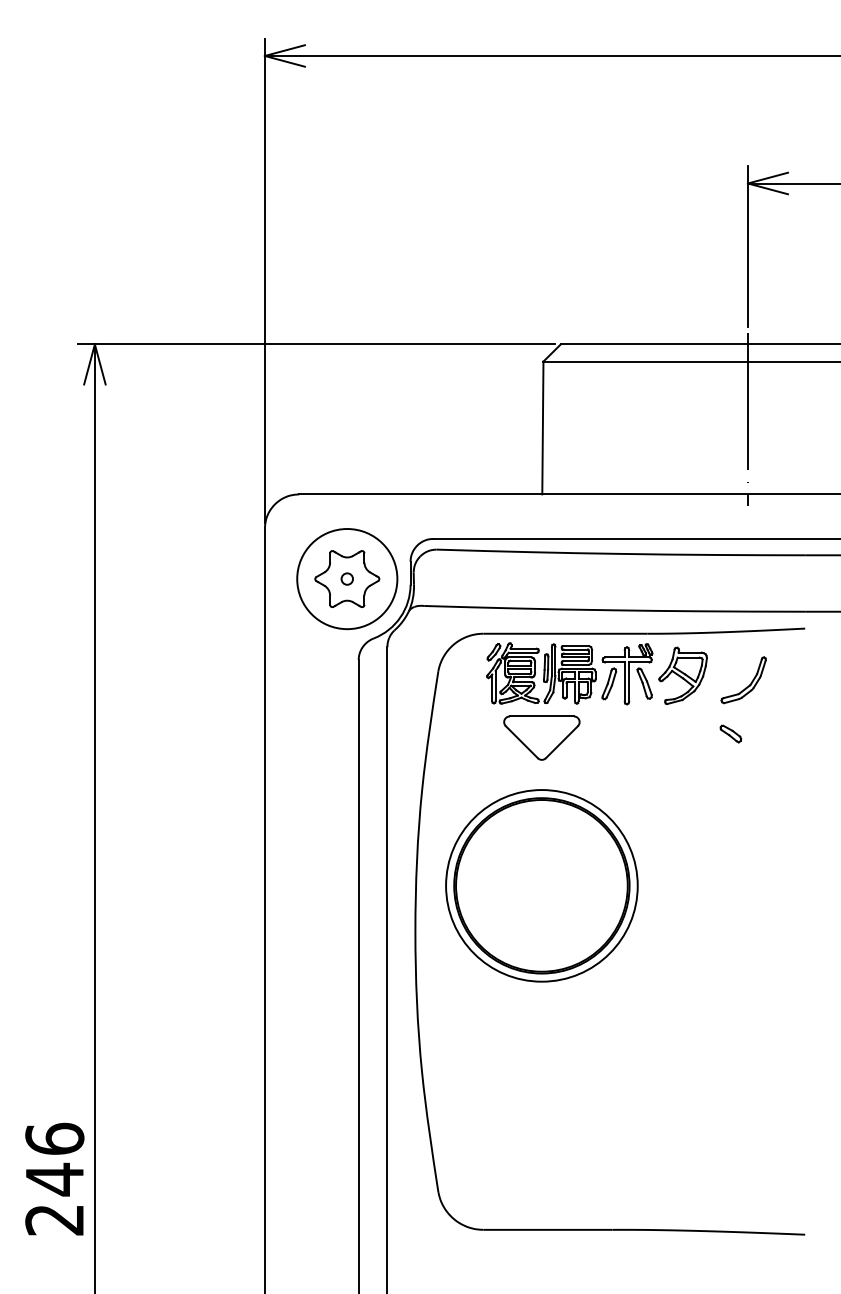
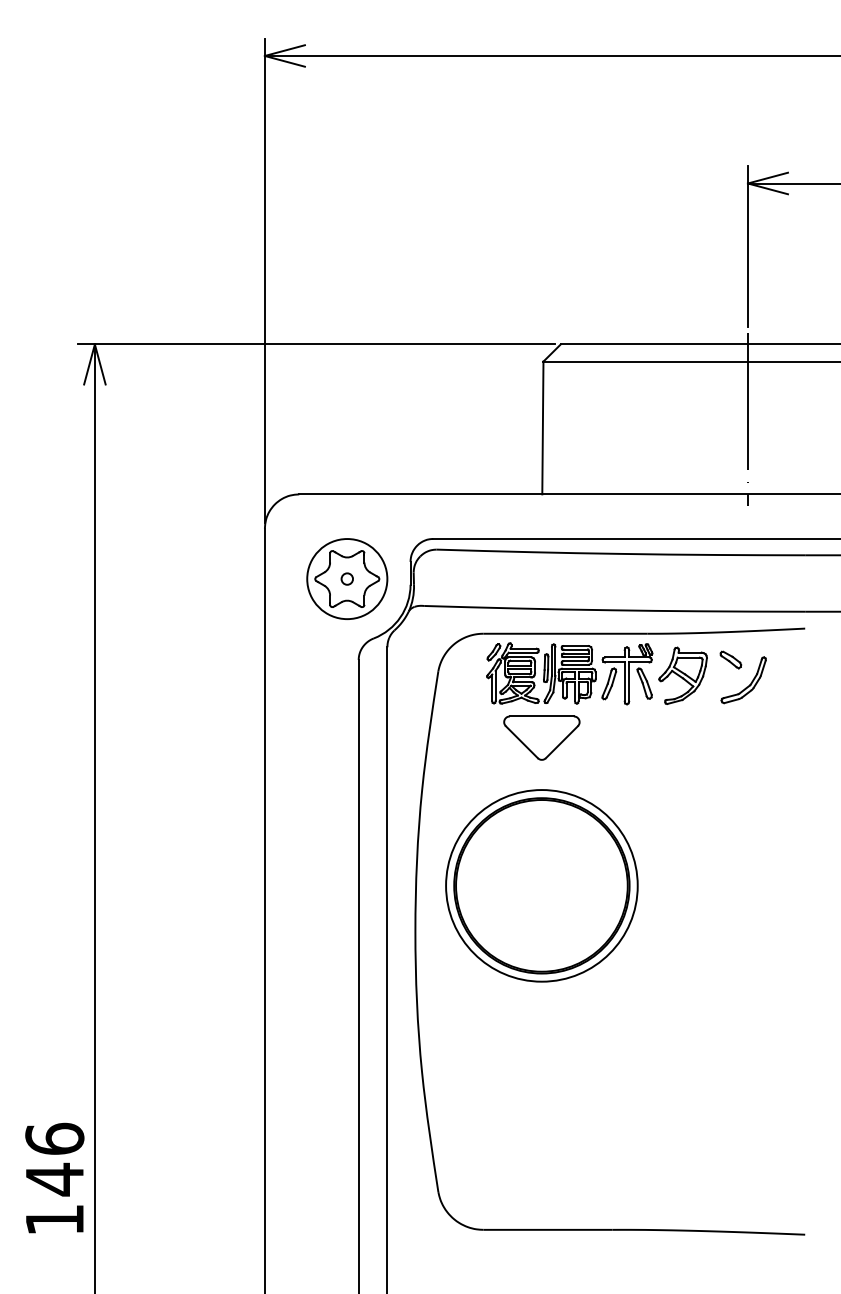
circle at (347, 579) diameter: 100 px -> 80 px
part at (730, 733) position: (730, 733) -> (730, 659)
text at (54, 1220): 246 -> 146
